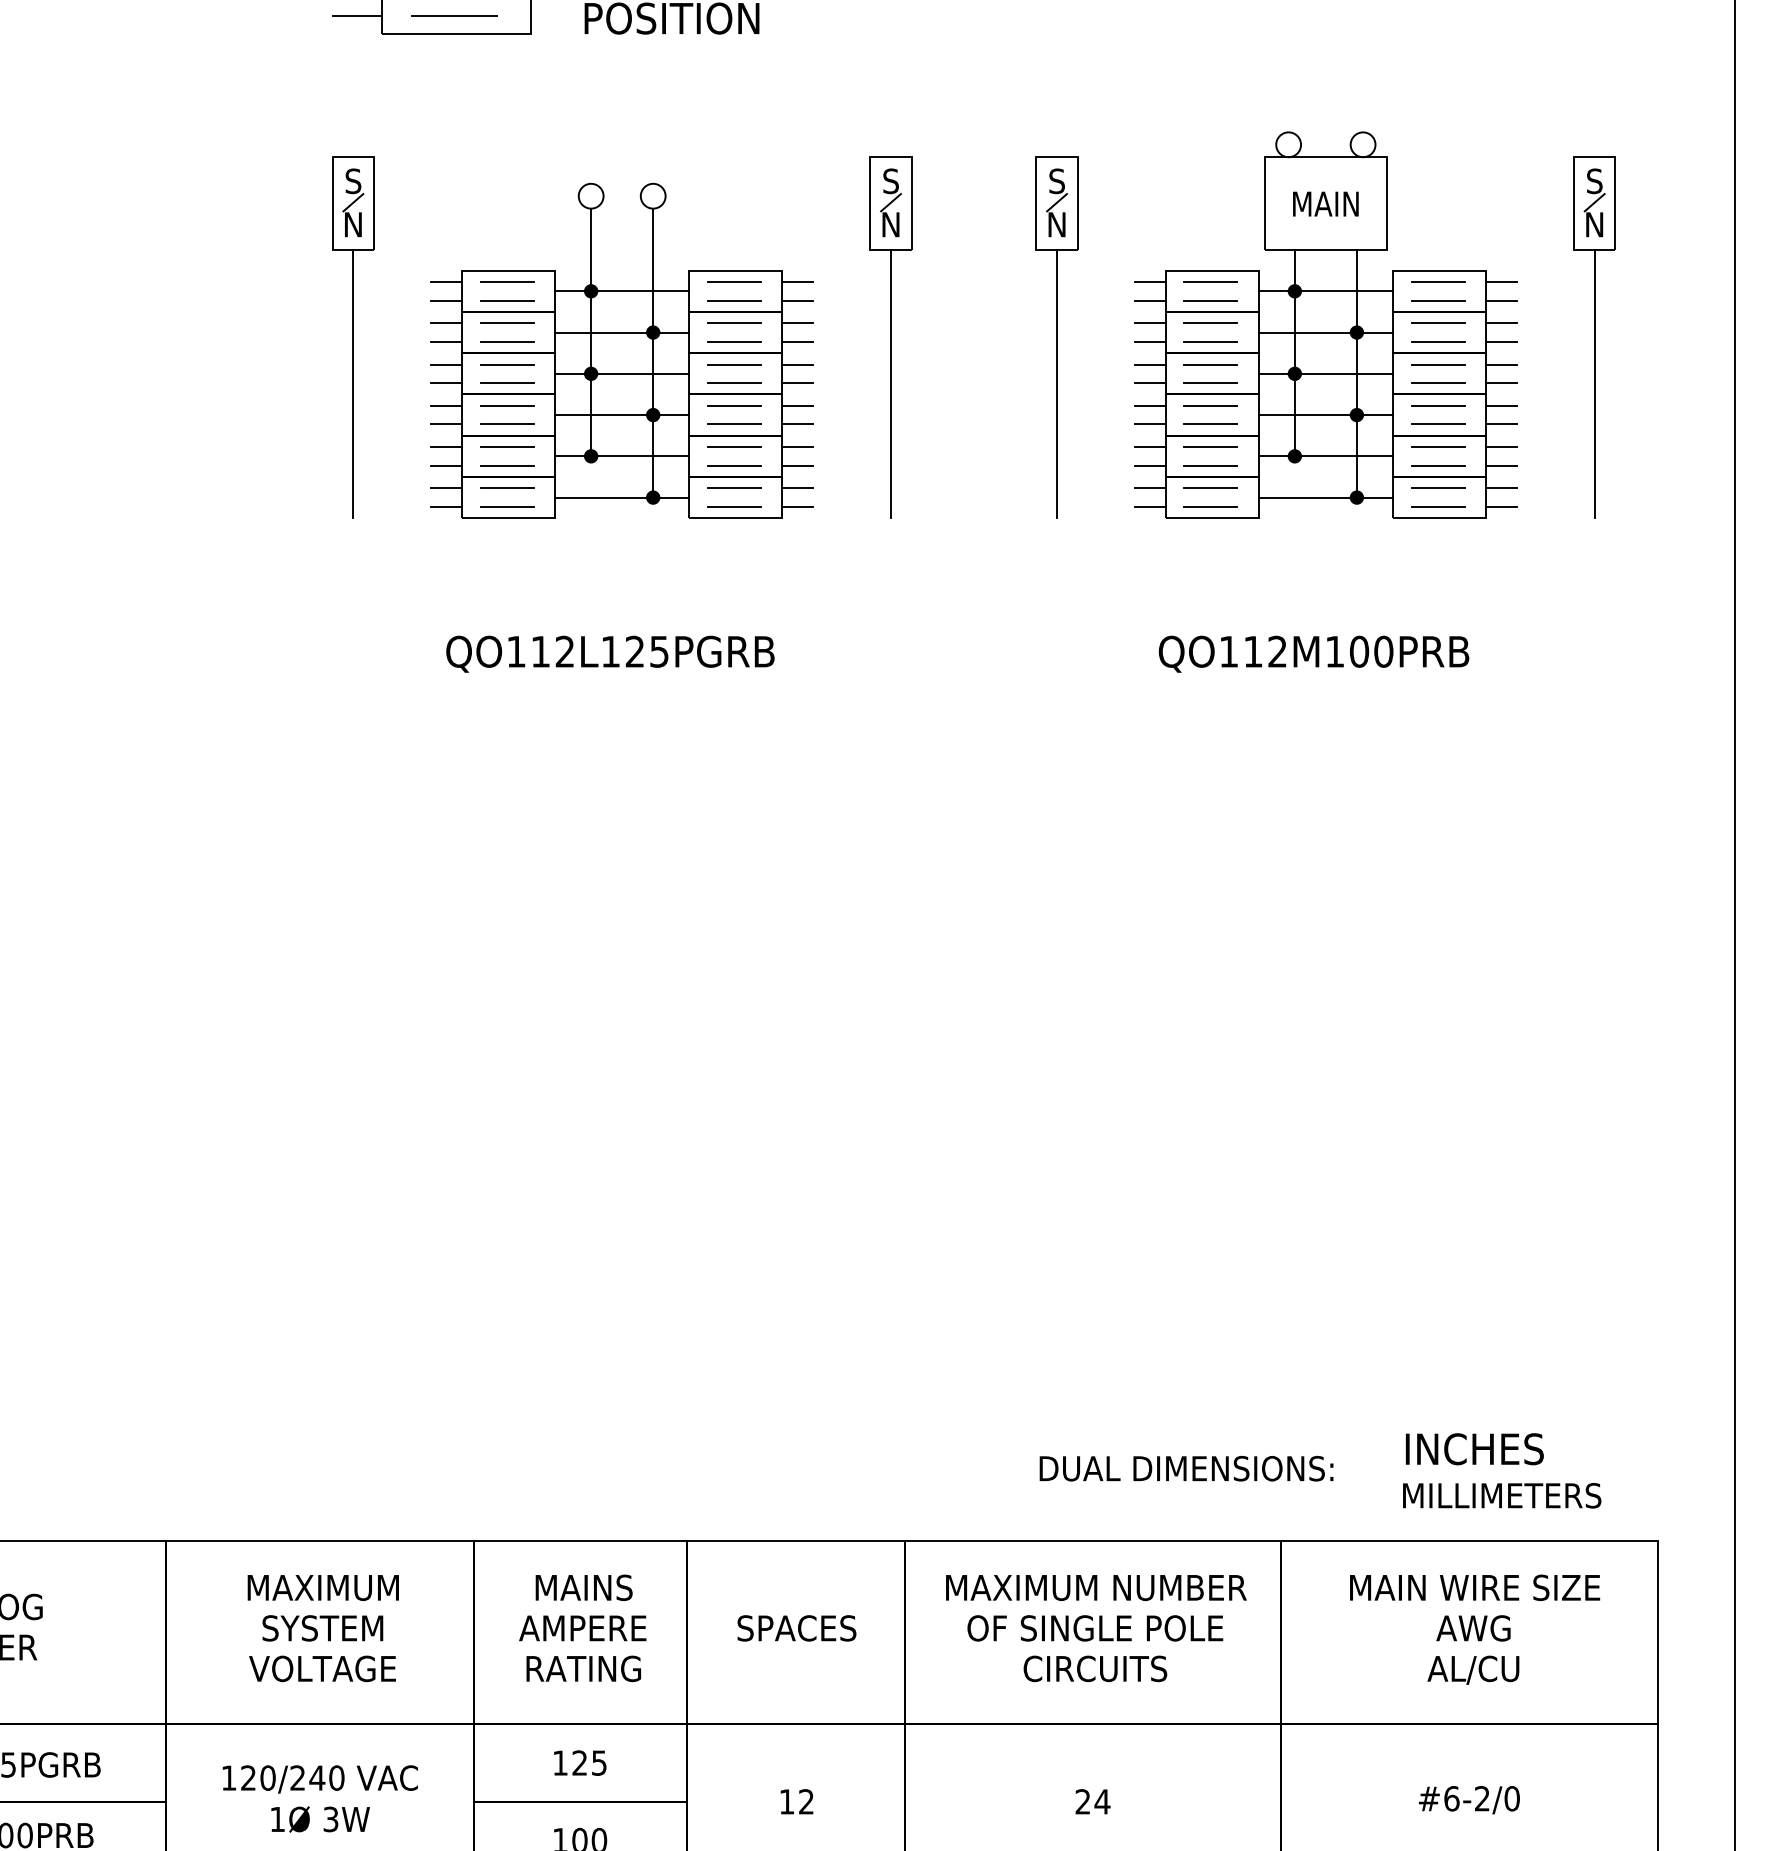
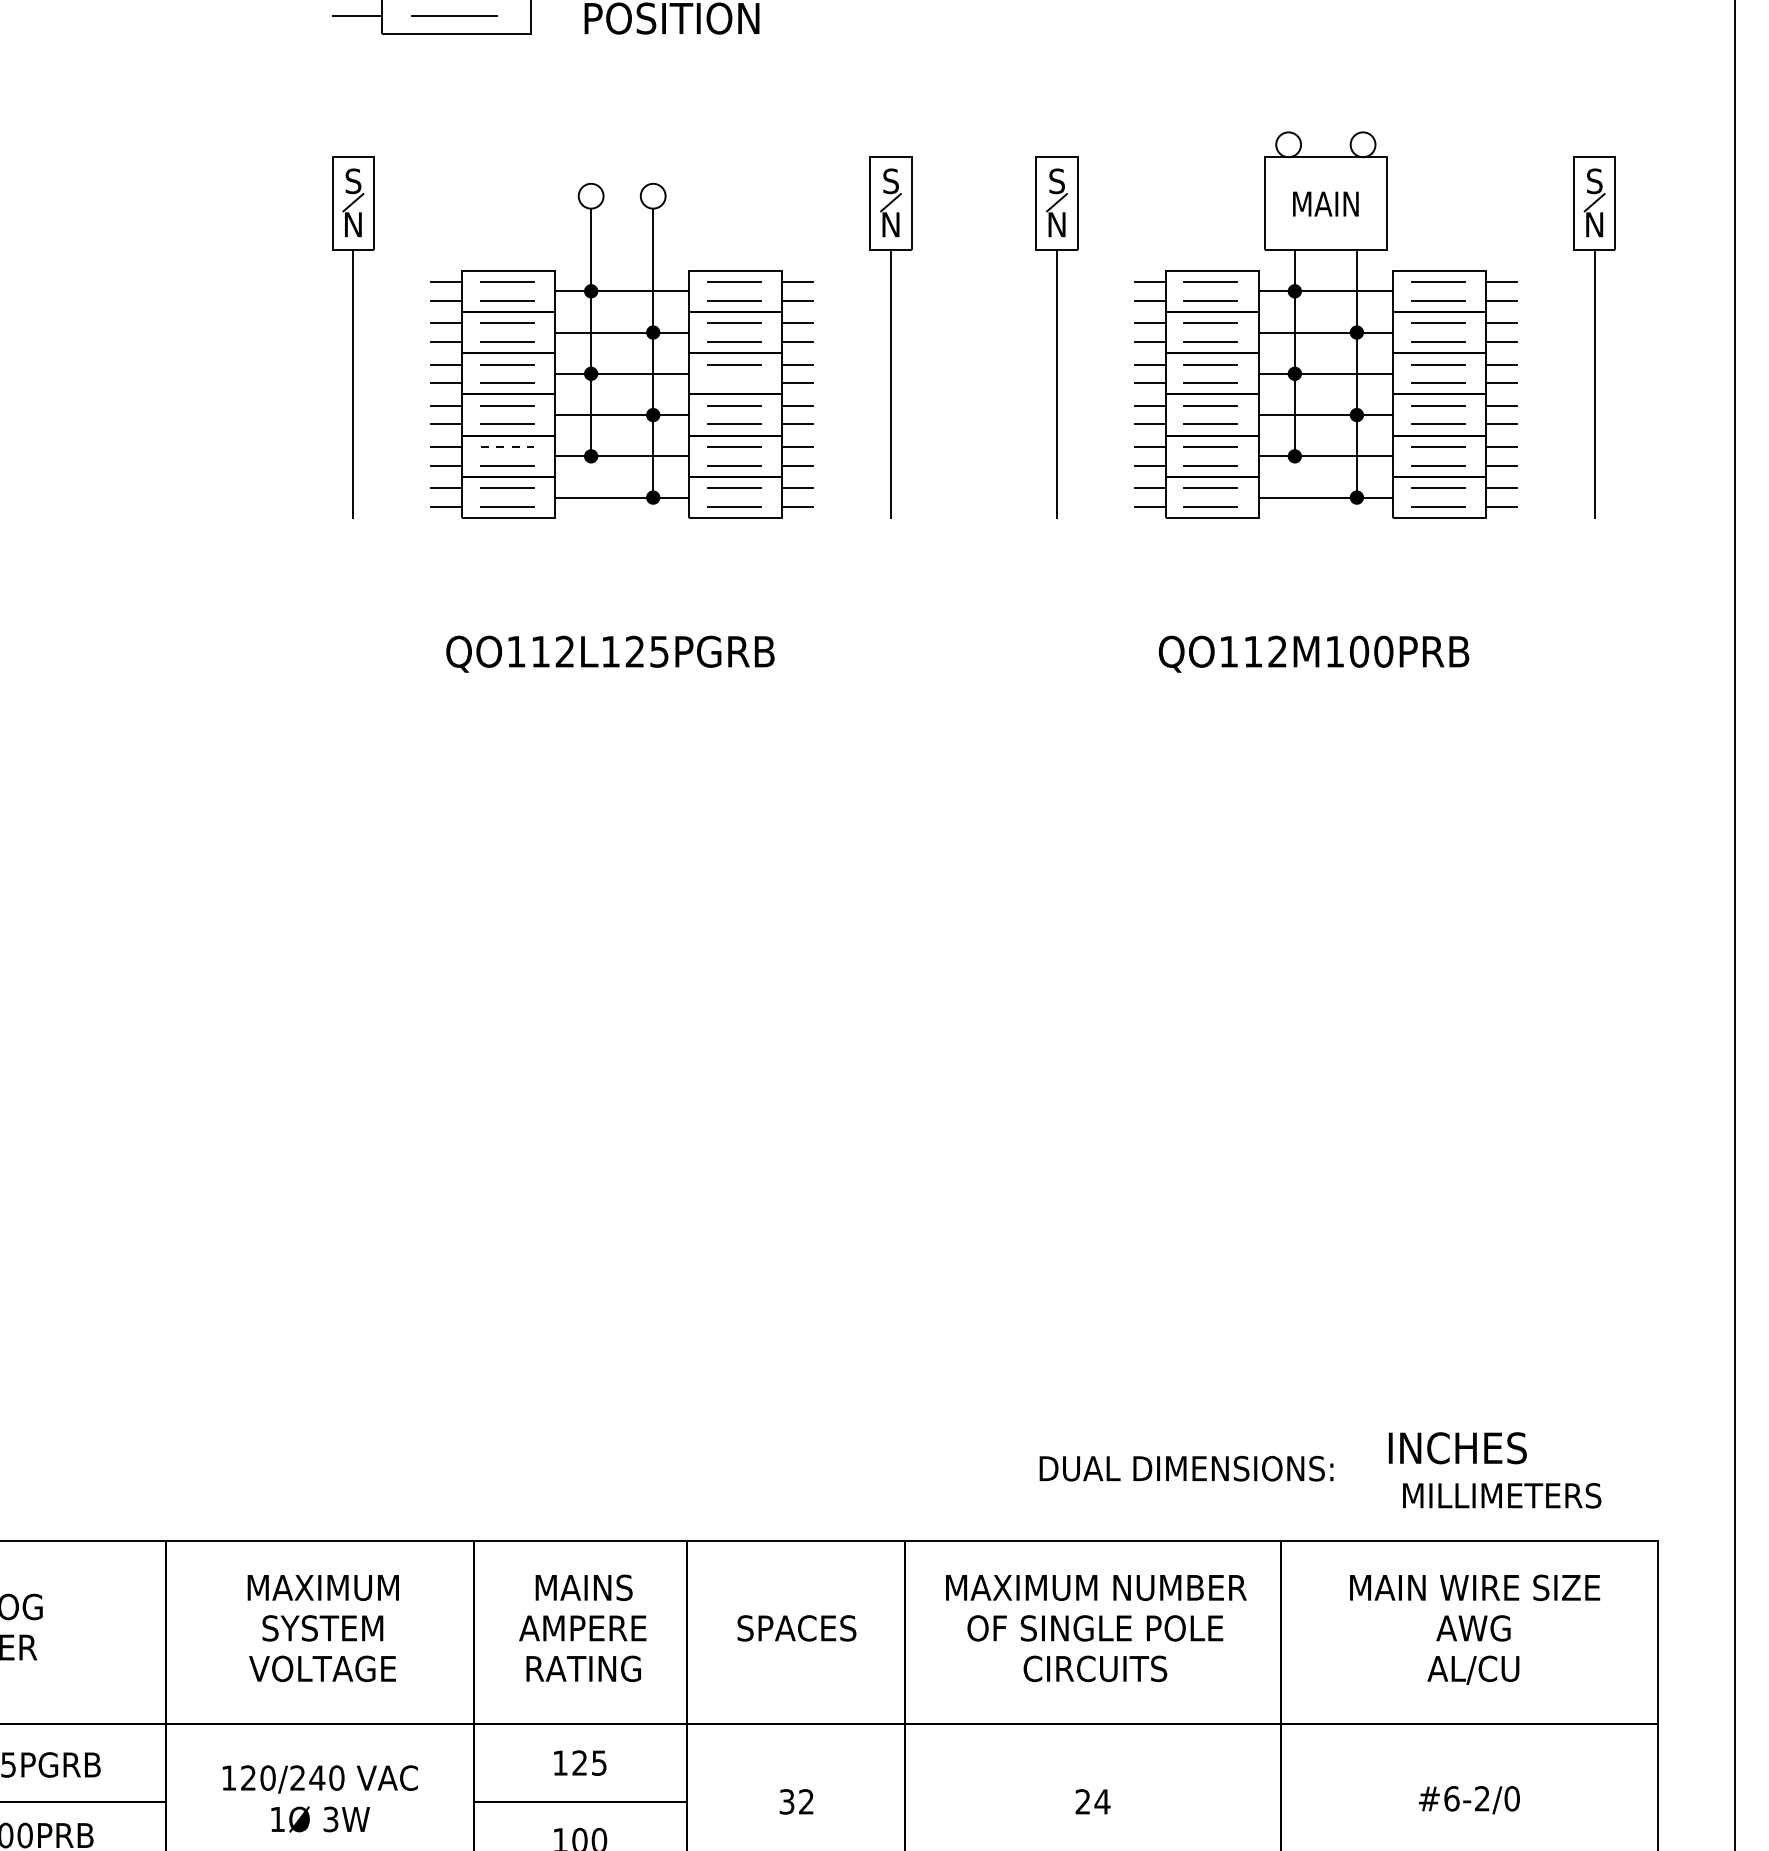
line at (734, 383): present -> none
line at (507, 447): solid -> dashed
text at (1474, 1449) position: (1474, 1449) -> (1457, 1448)
text at (786, 1801): 12 -> 32
